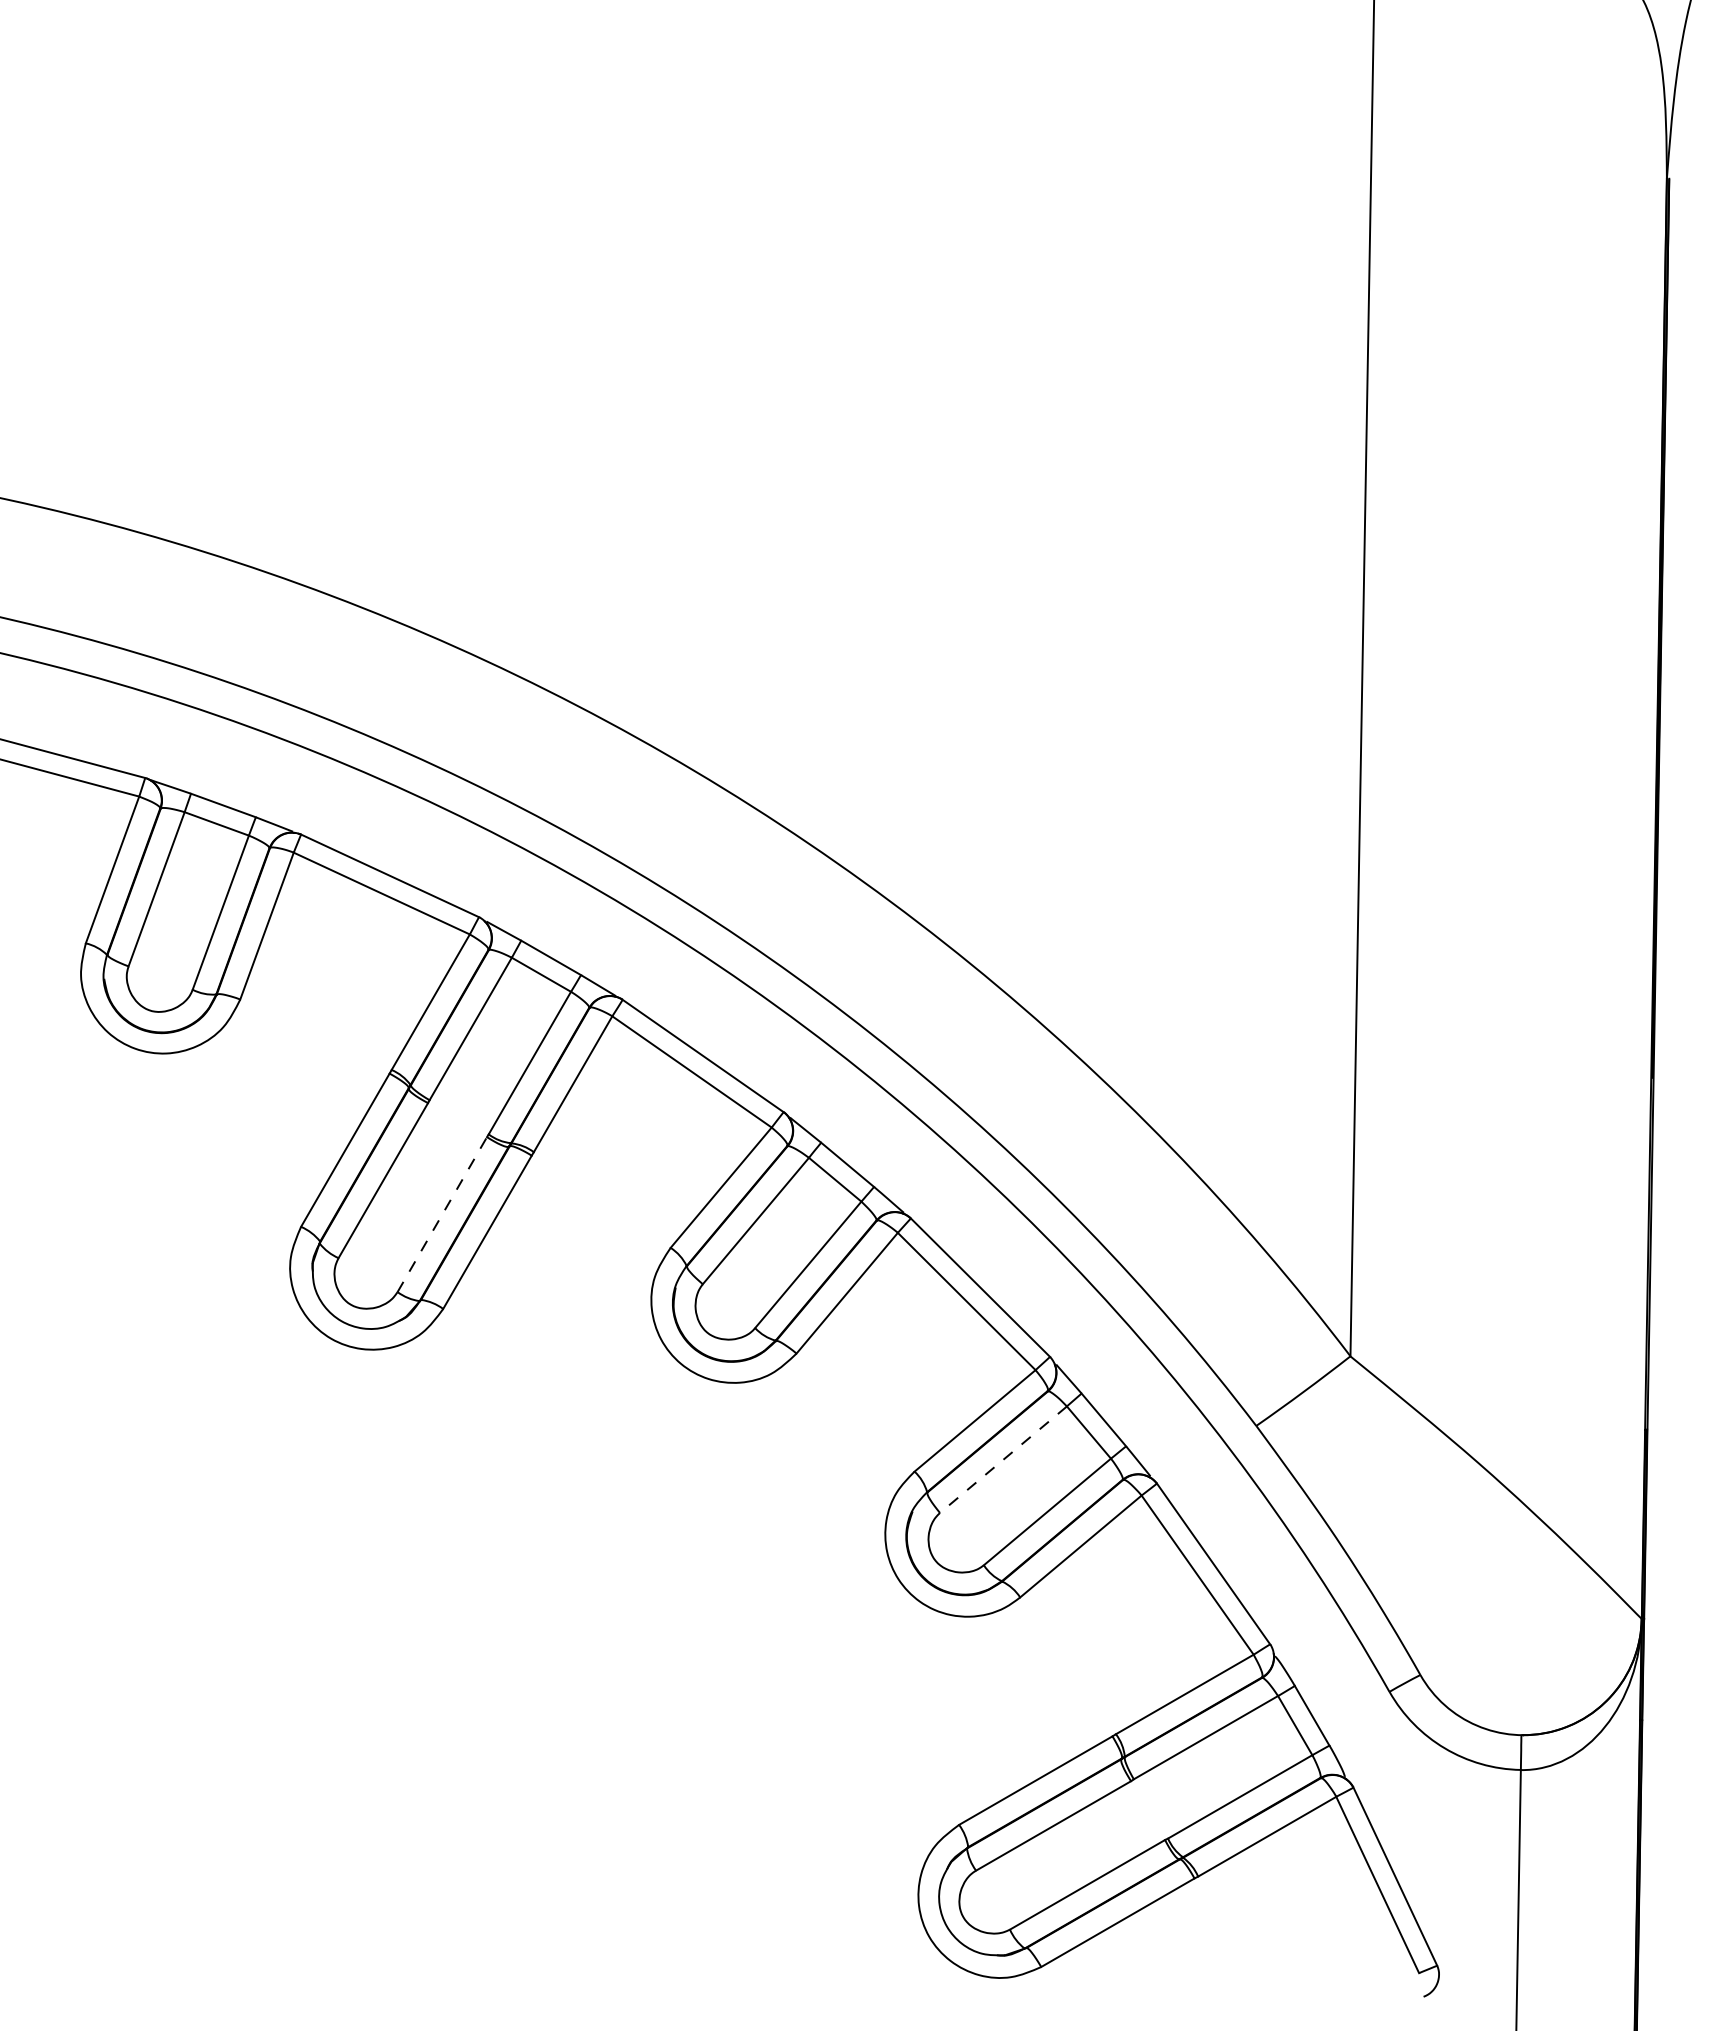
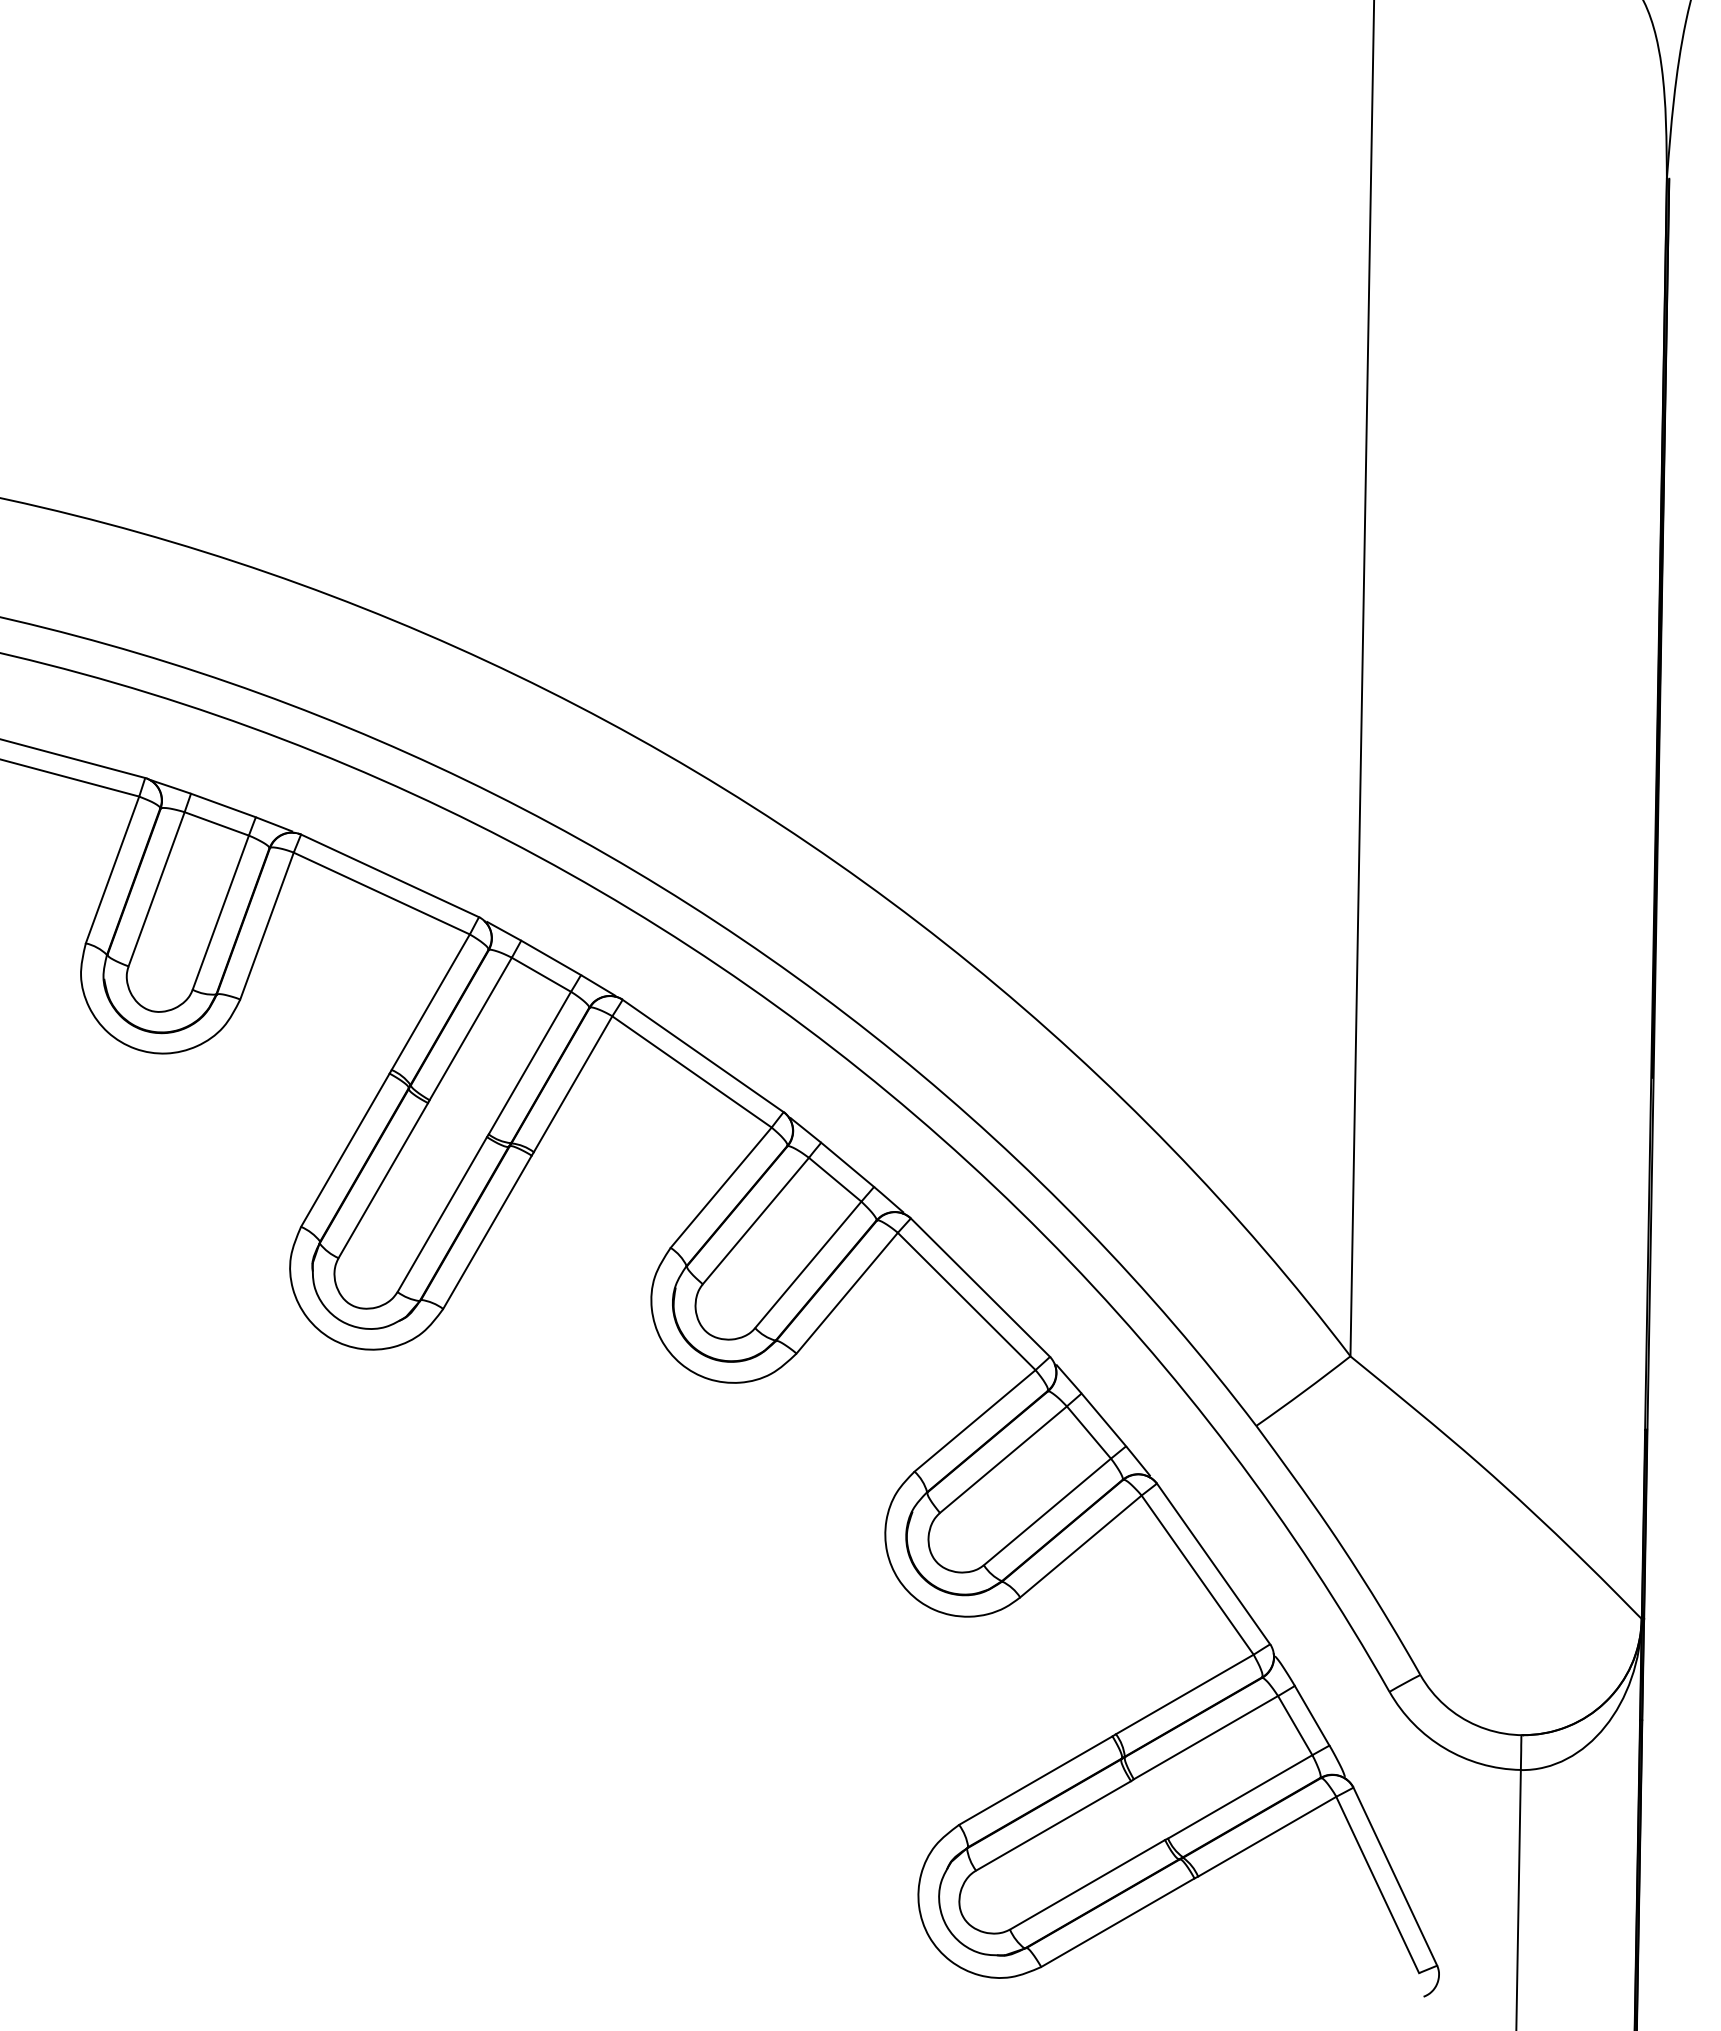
line at (442, 1214): dashed -> solid
line at (1003, 1459): dashed -> solid
